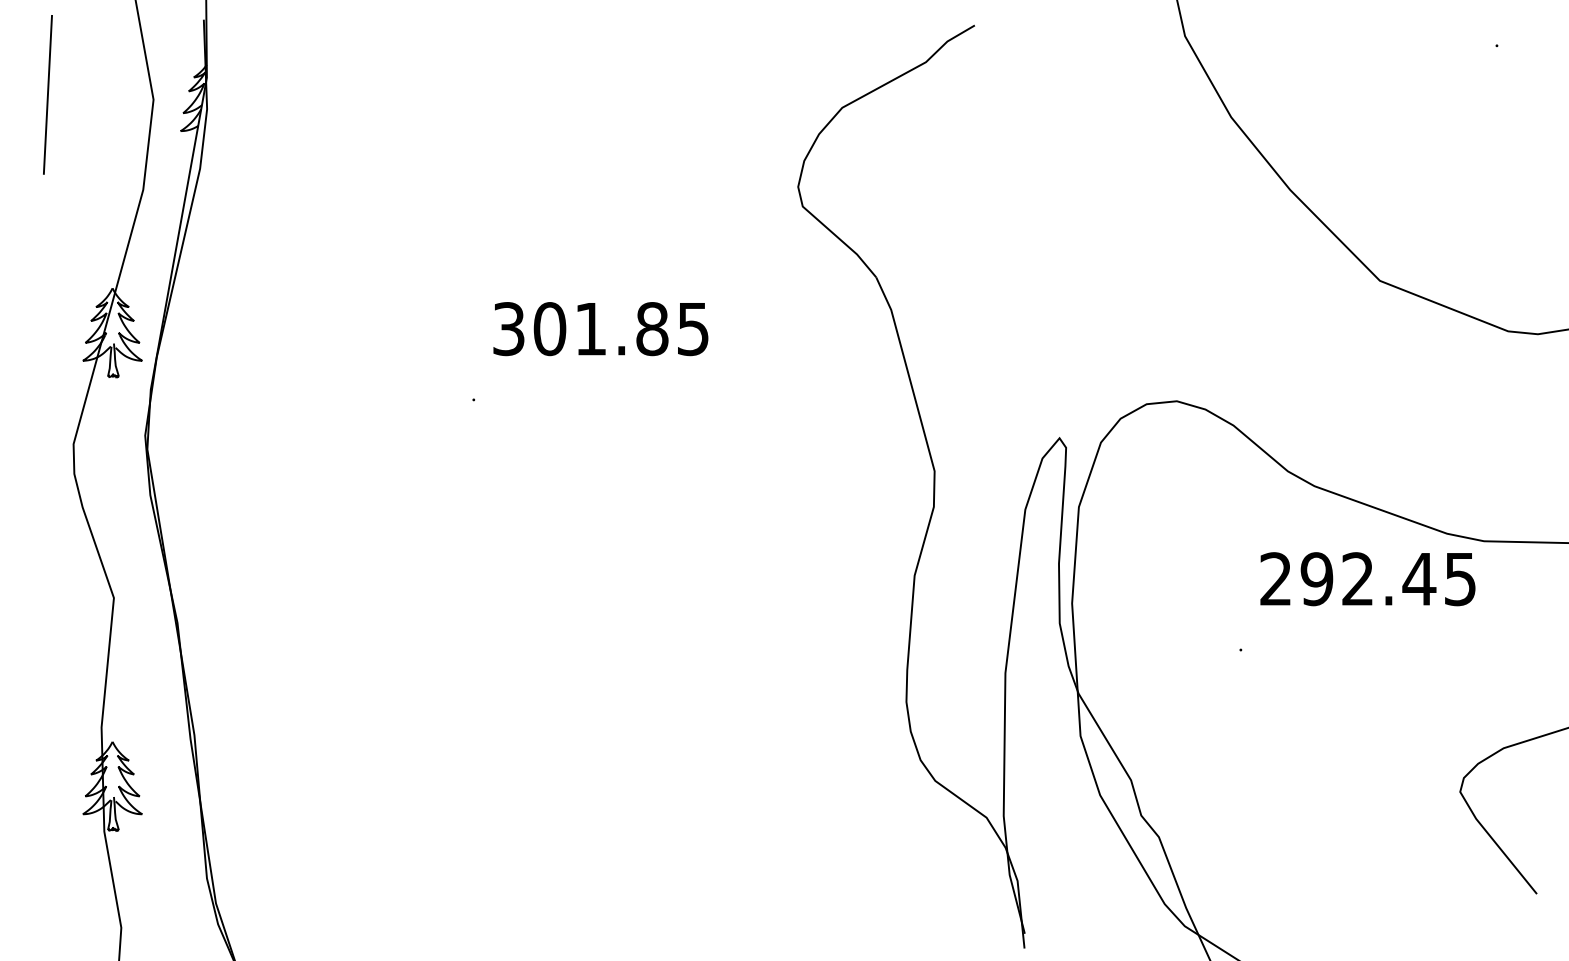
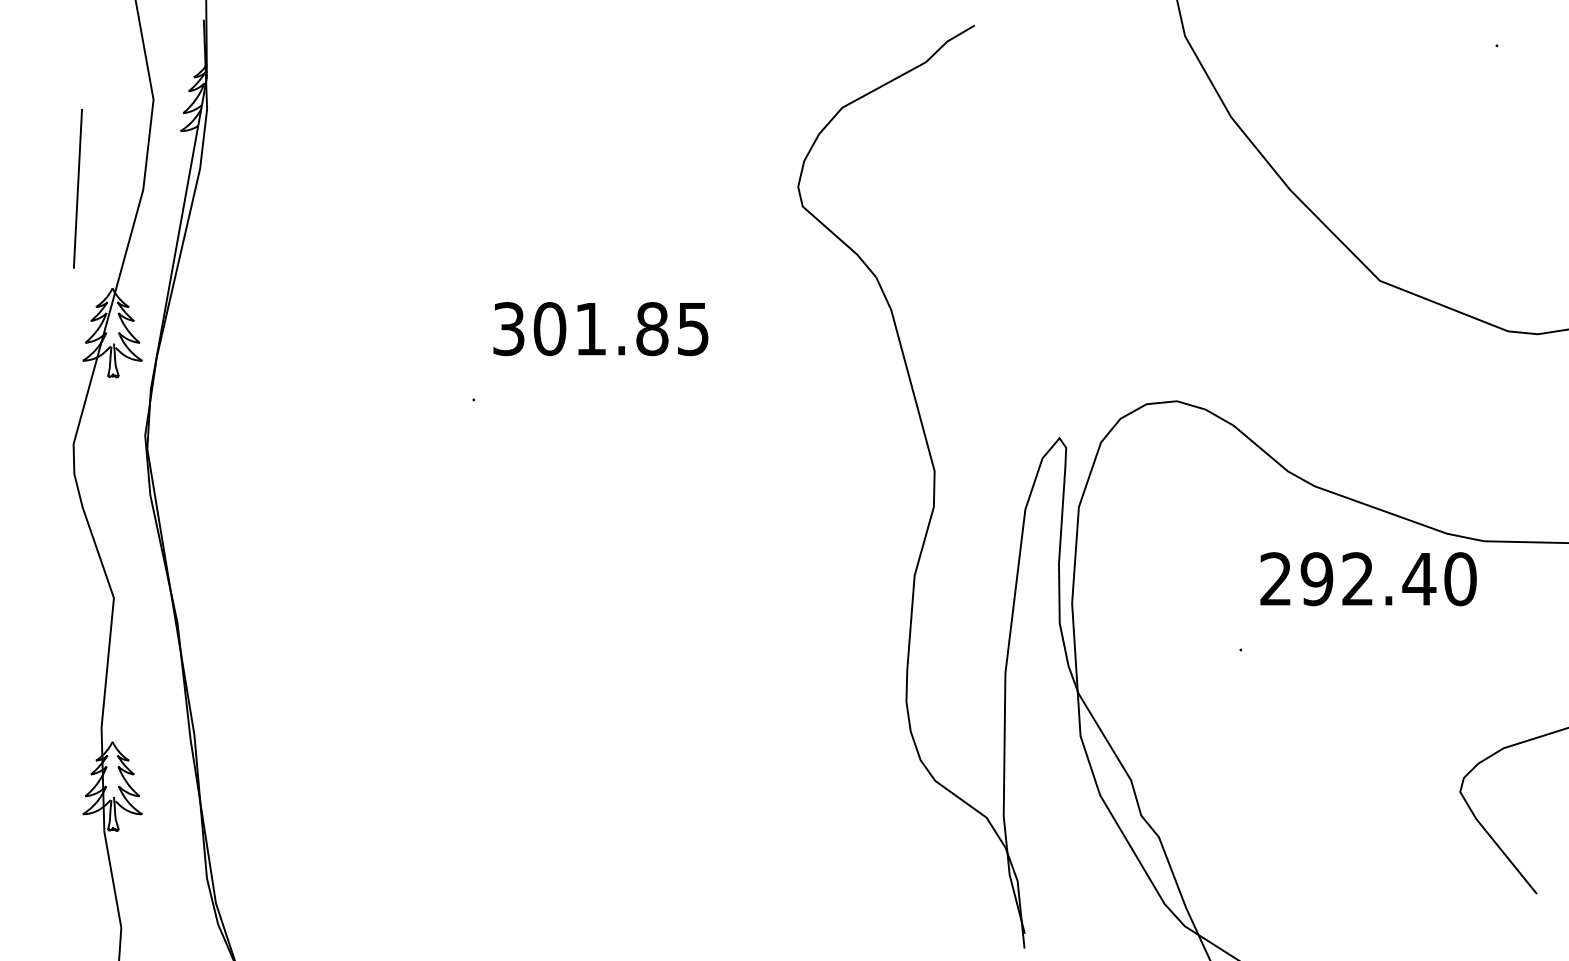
line at (47, 94) position: (47, 94) -> (77, 188)
text at (1460, 579): 292.45 -> 292.40
